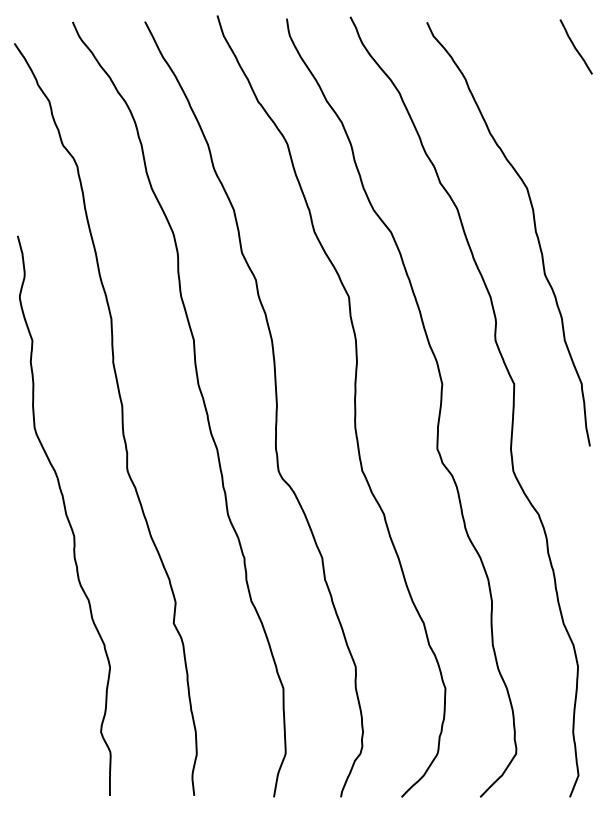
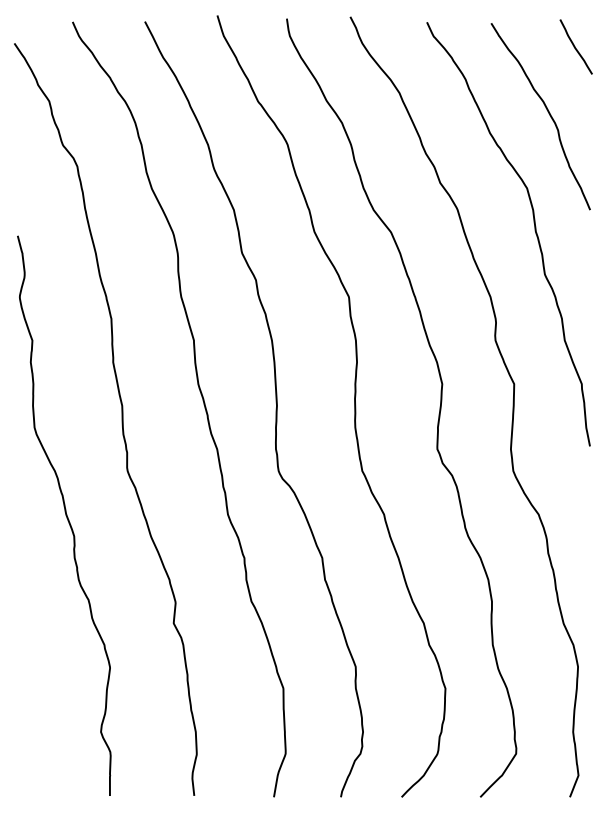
curve at (546, 110): none -> present
